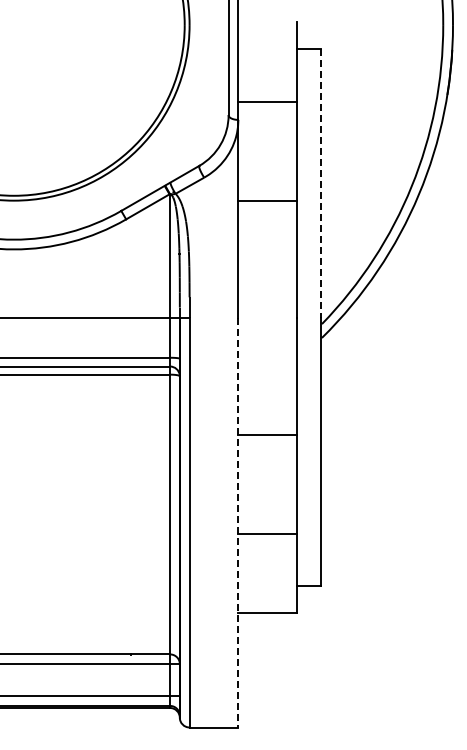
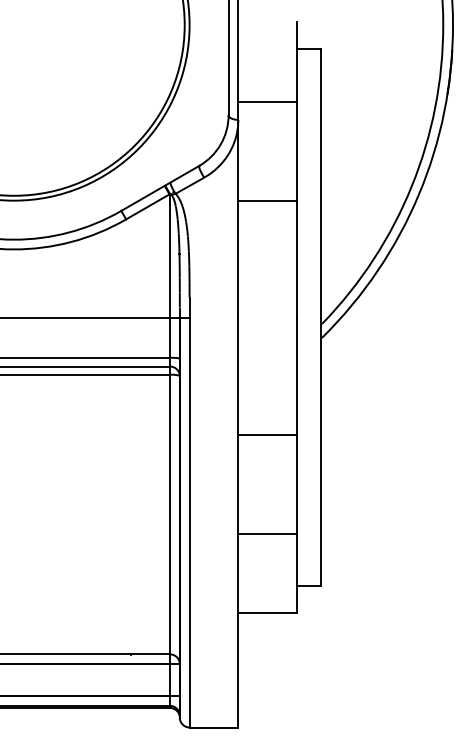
line at (321, 184): dashed -> solid
line at (238, 522): dashed -> solid
